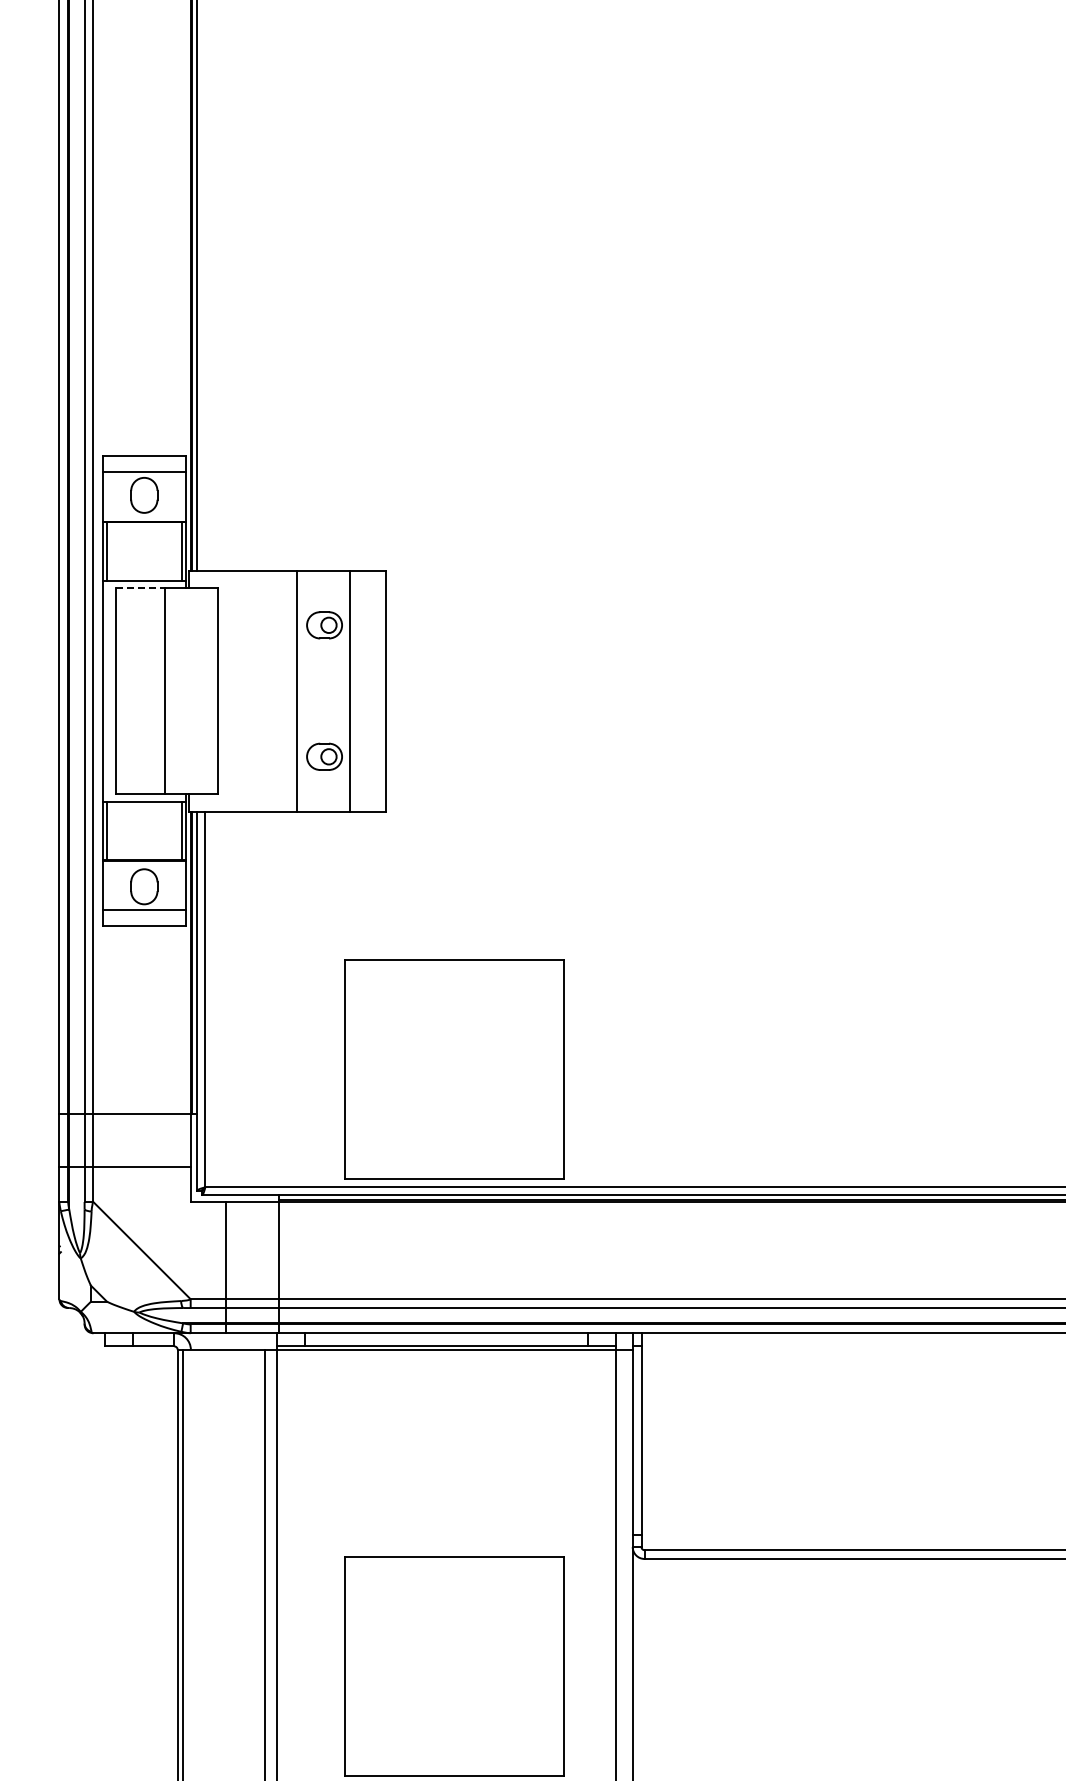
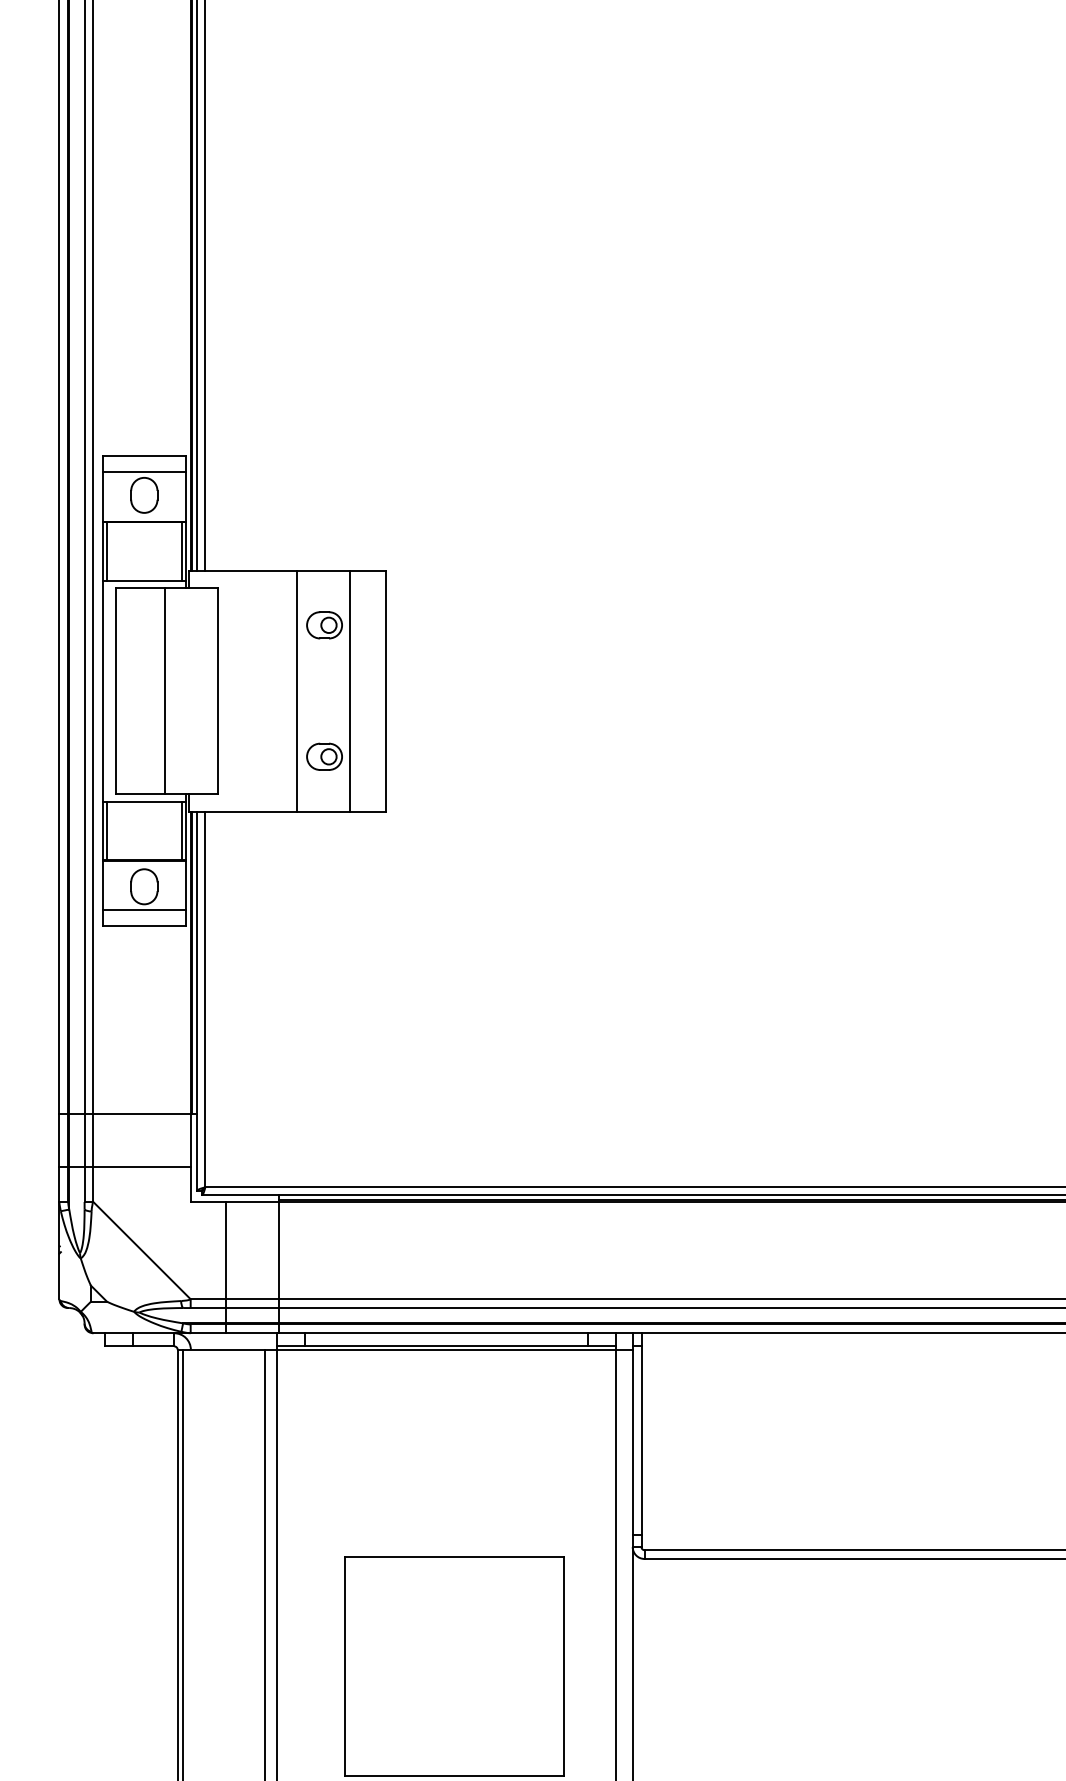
line at (205, 286): none -> present
line at (140, 588): dashed -> solid
part at (454, 1069): present -> none
